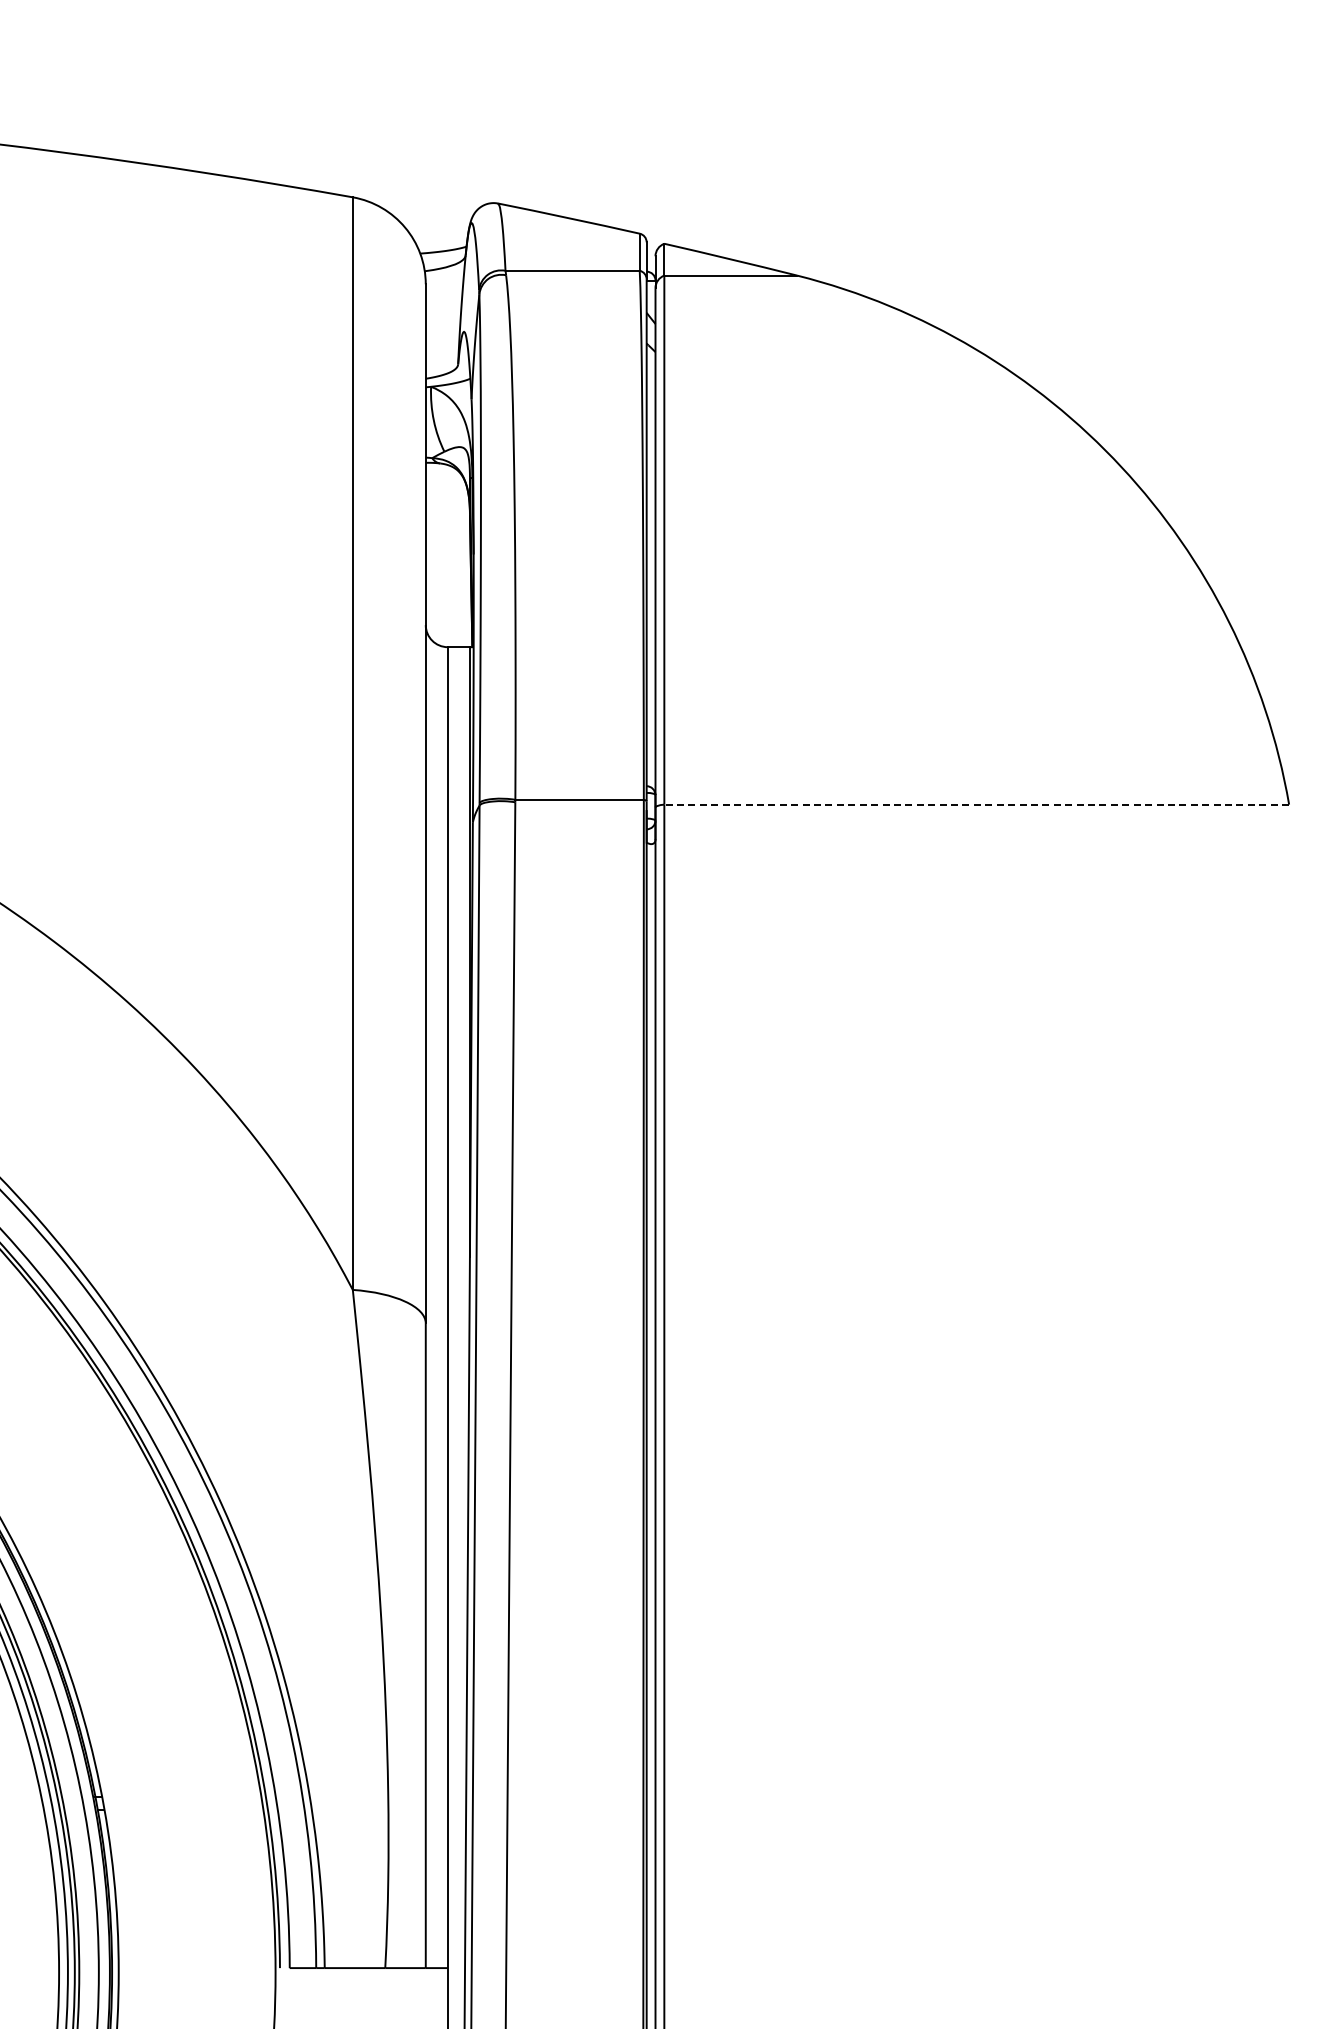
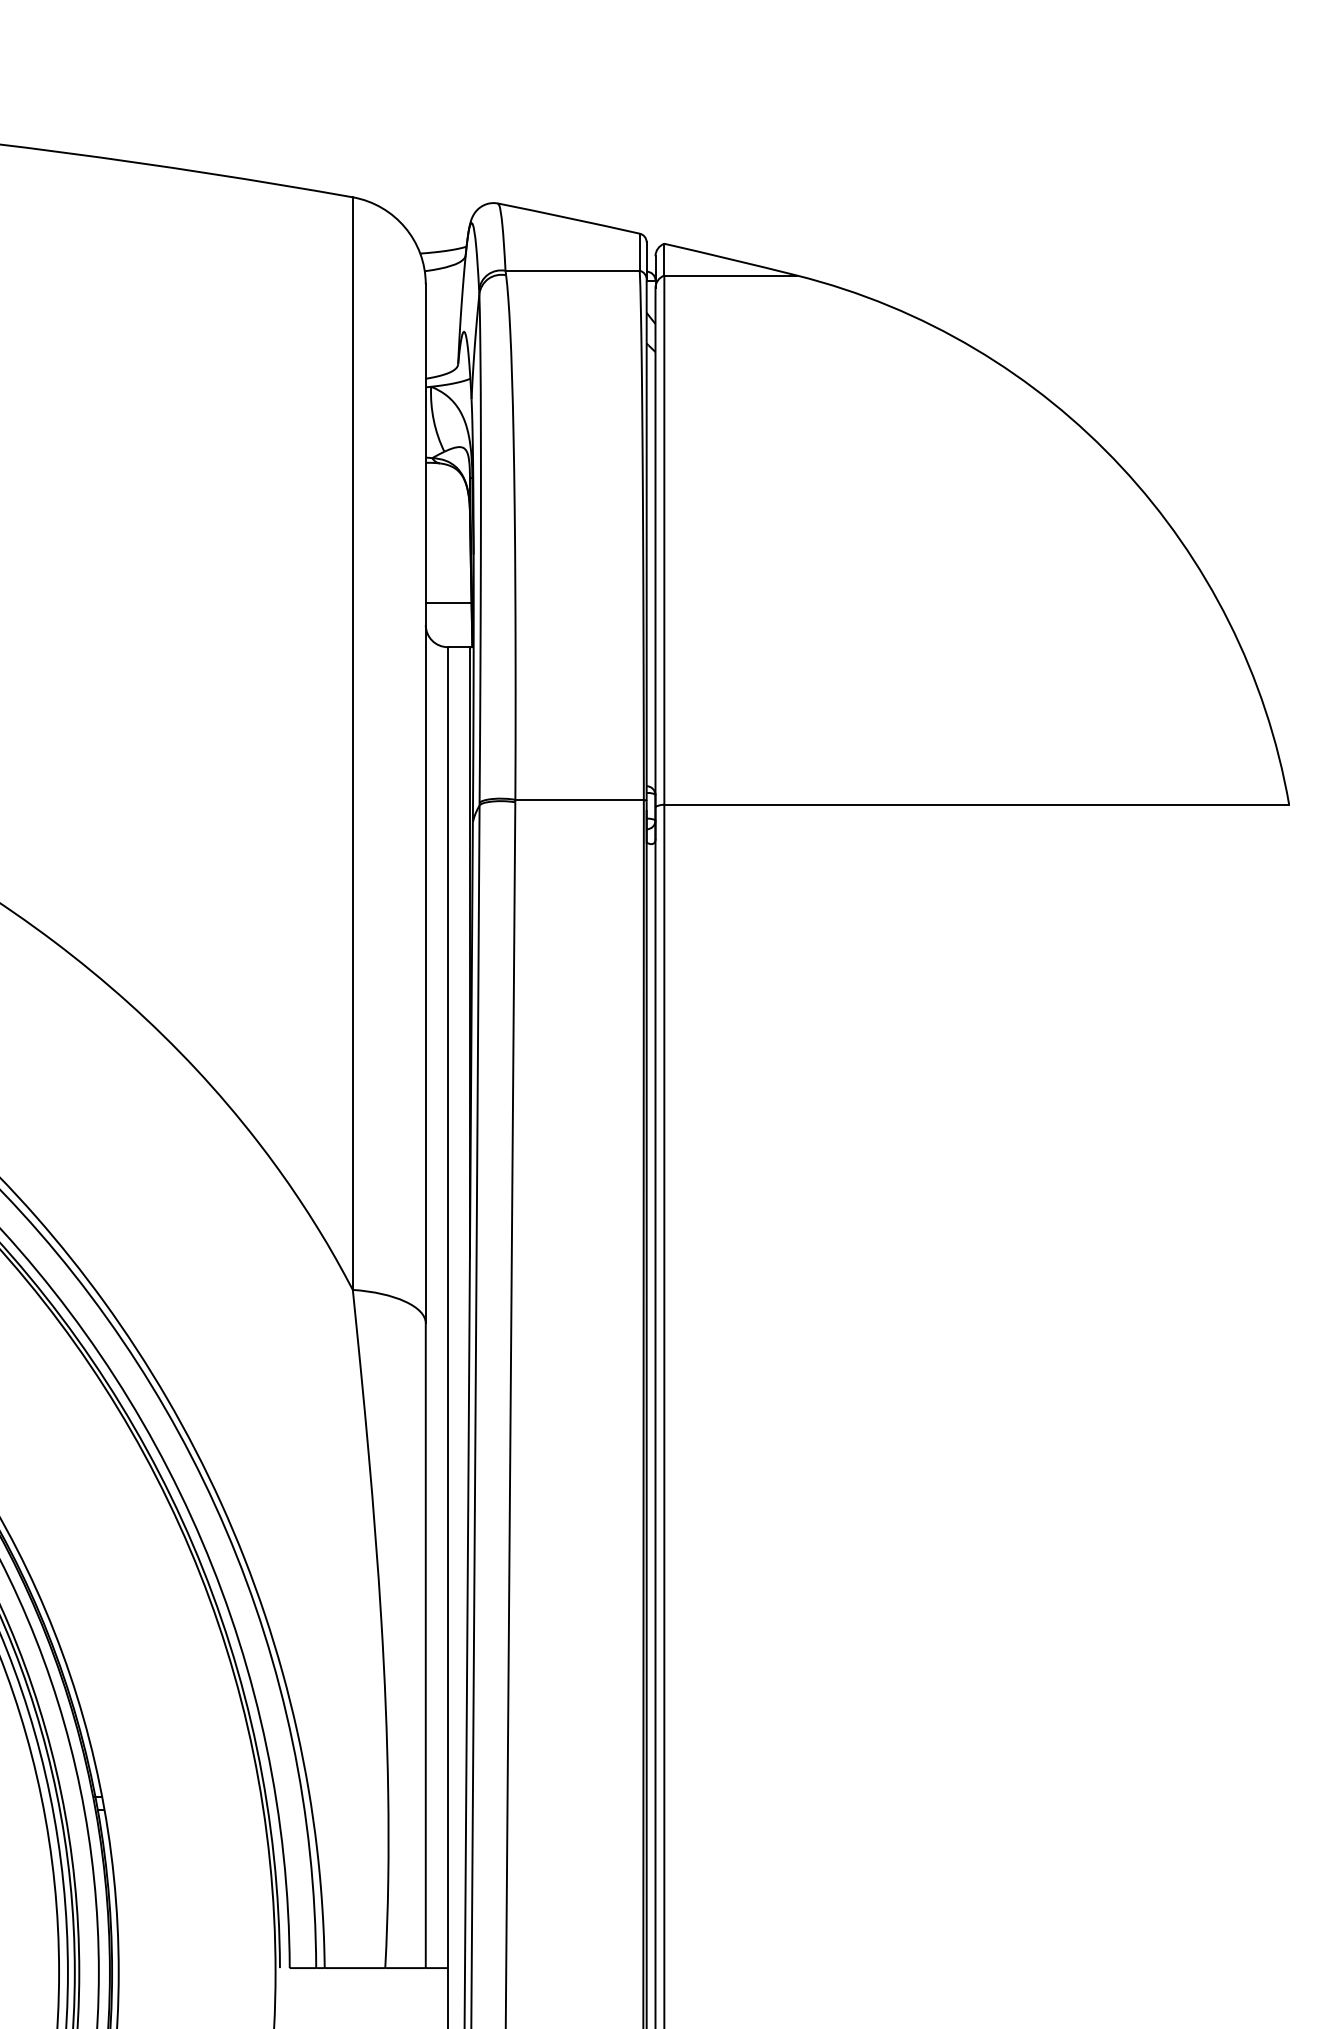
line at (448, 603): none -> present
line at (976, 804): dashed -> solid
